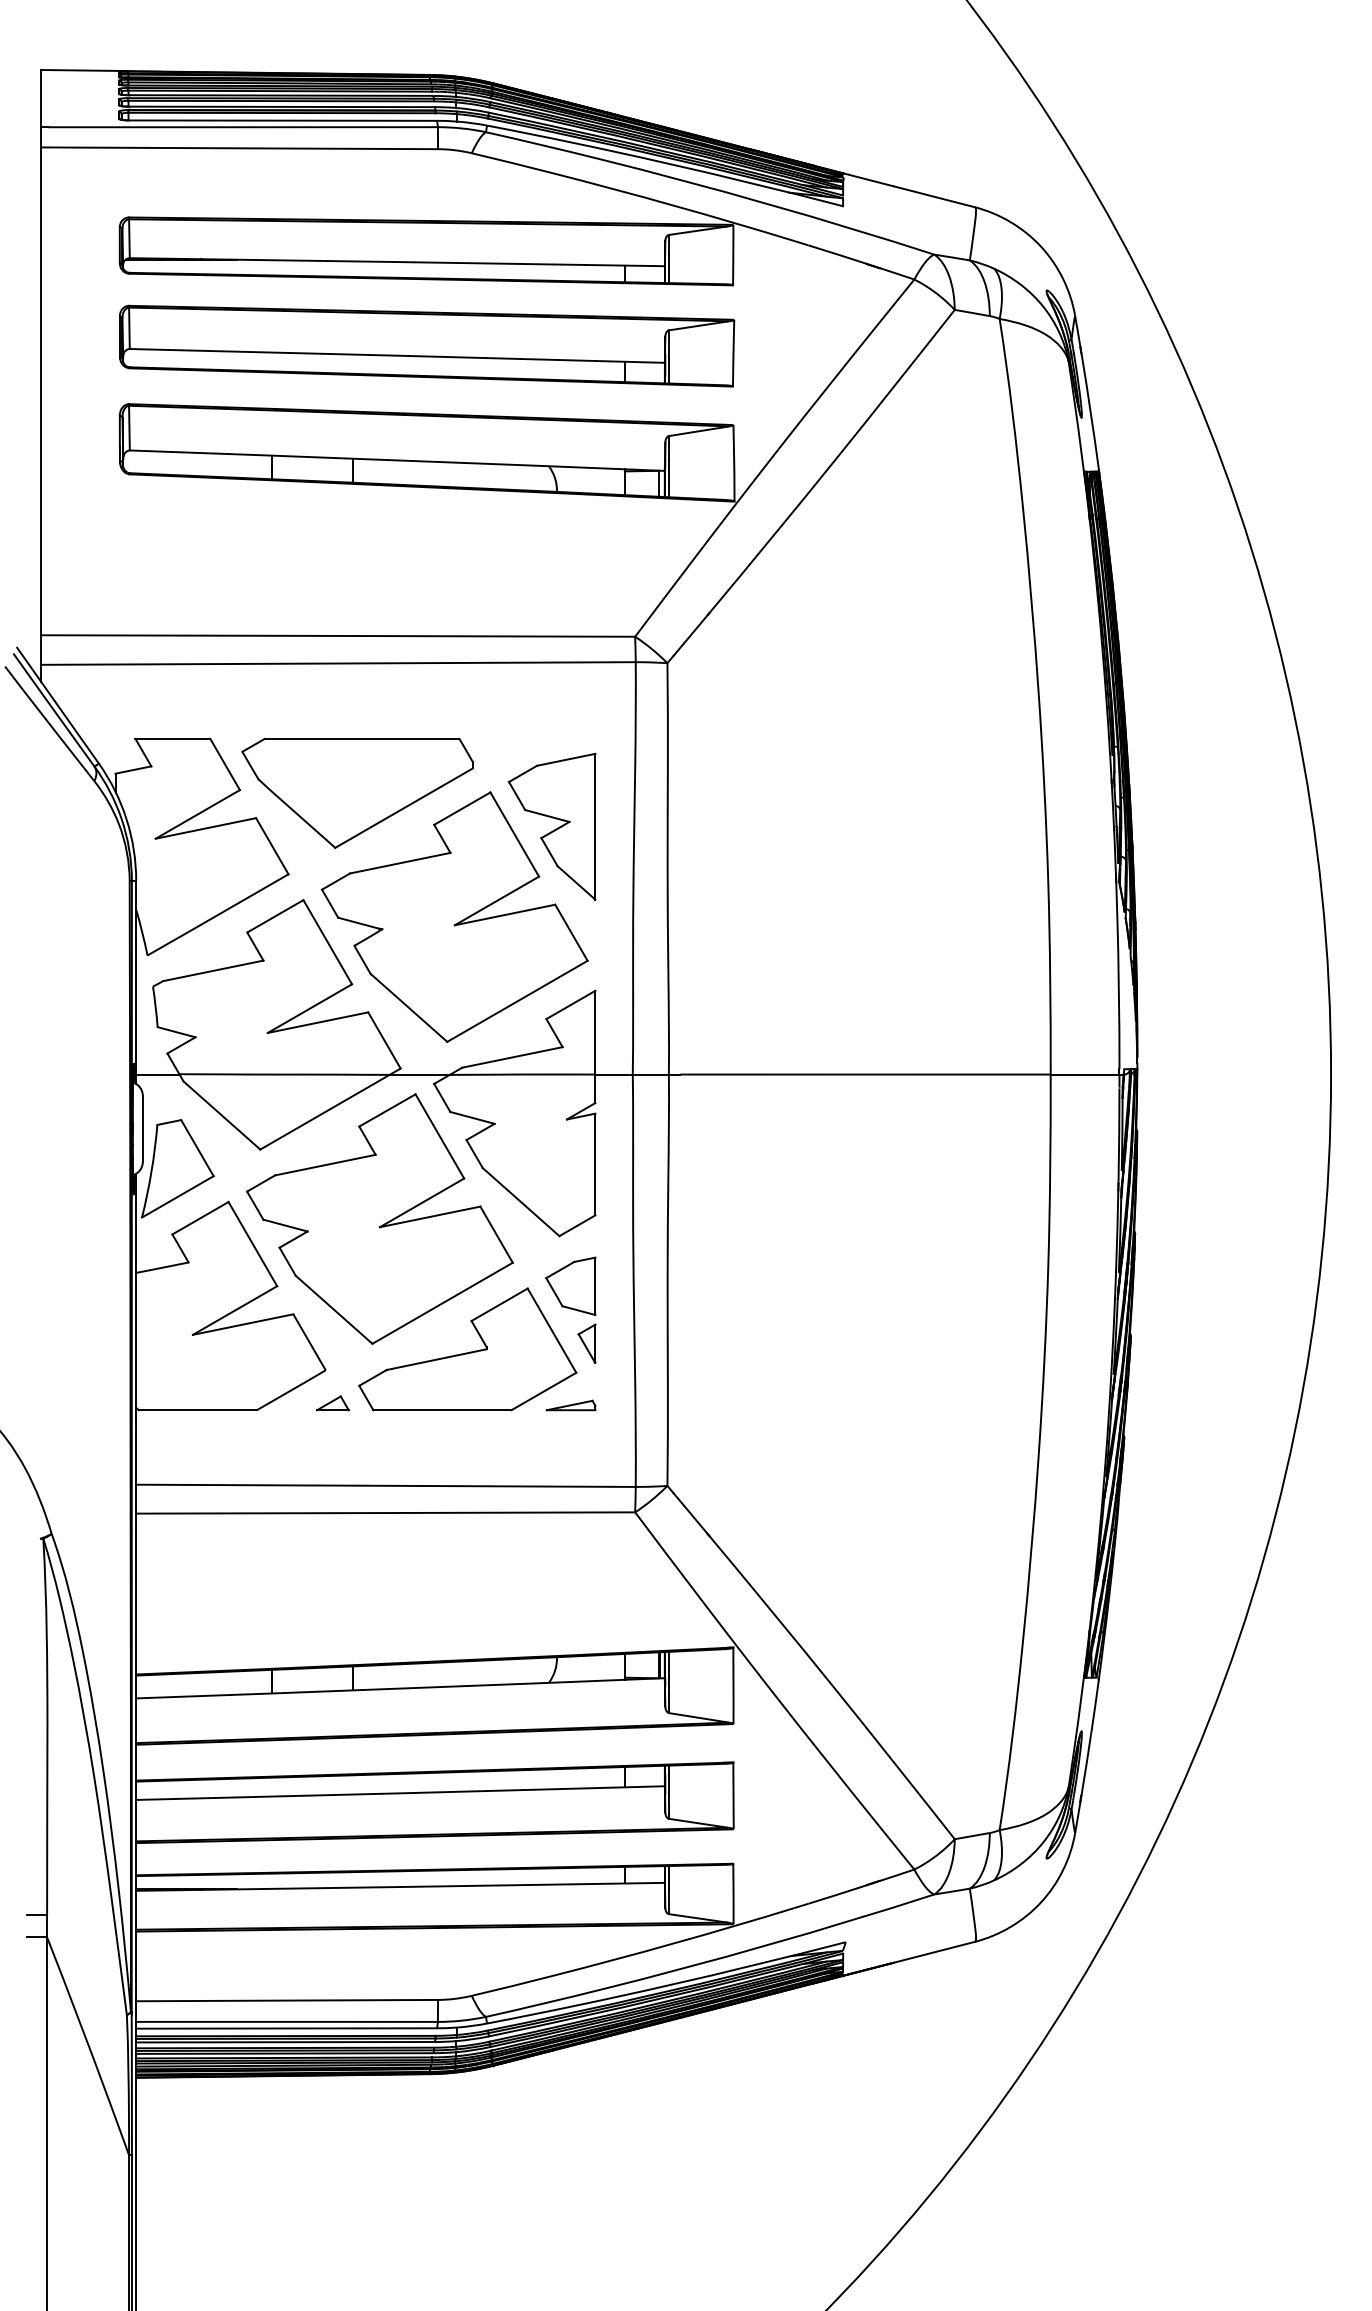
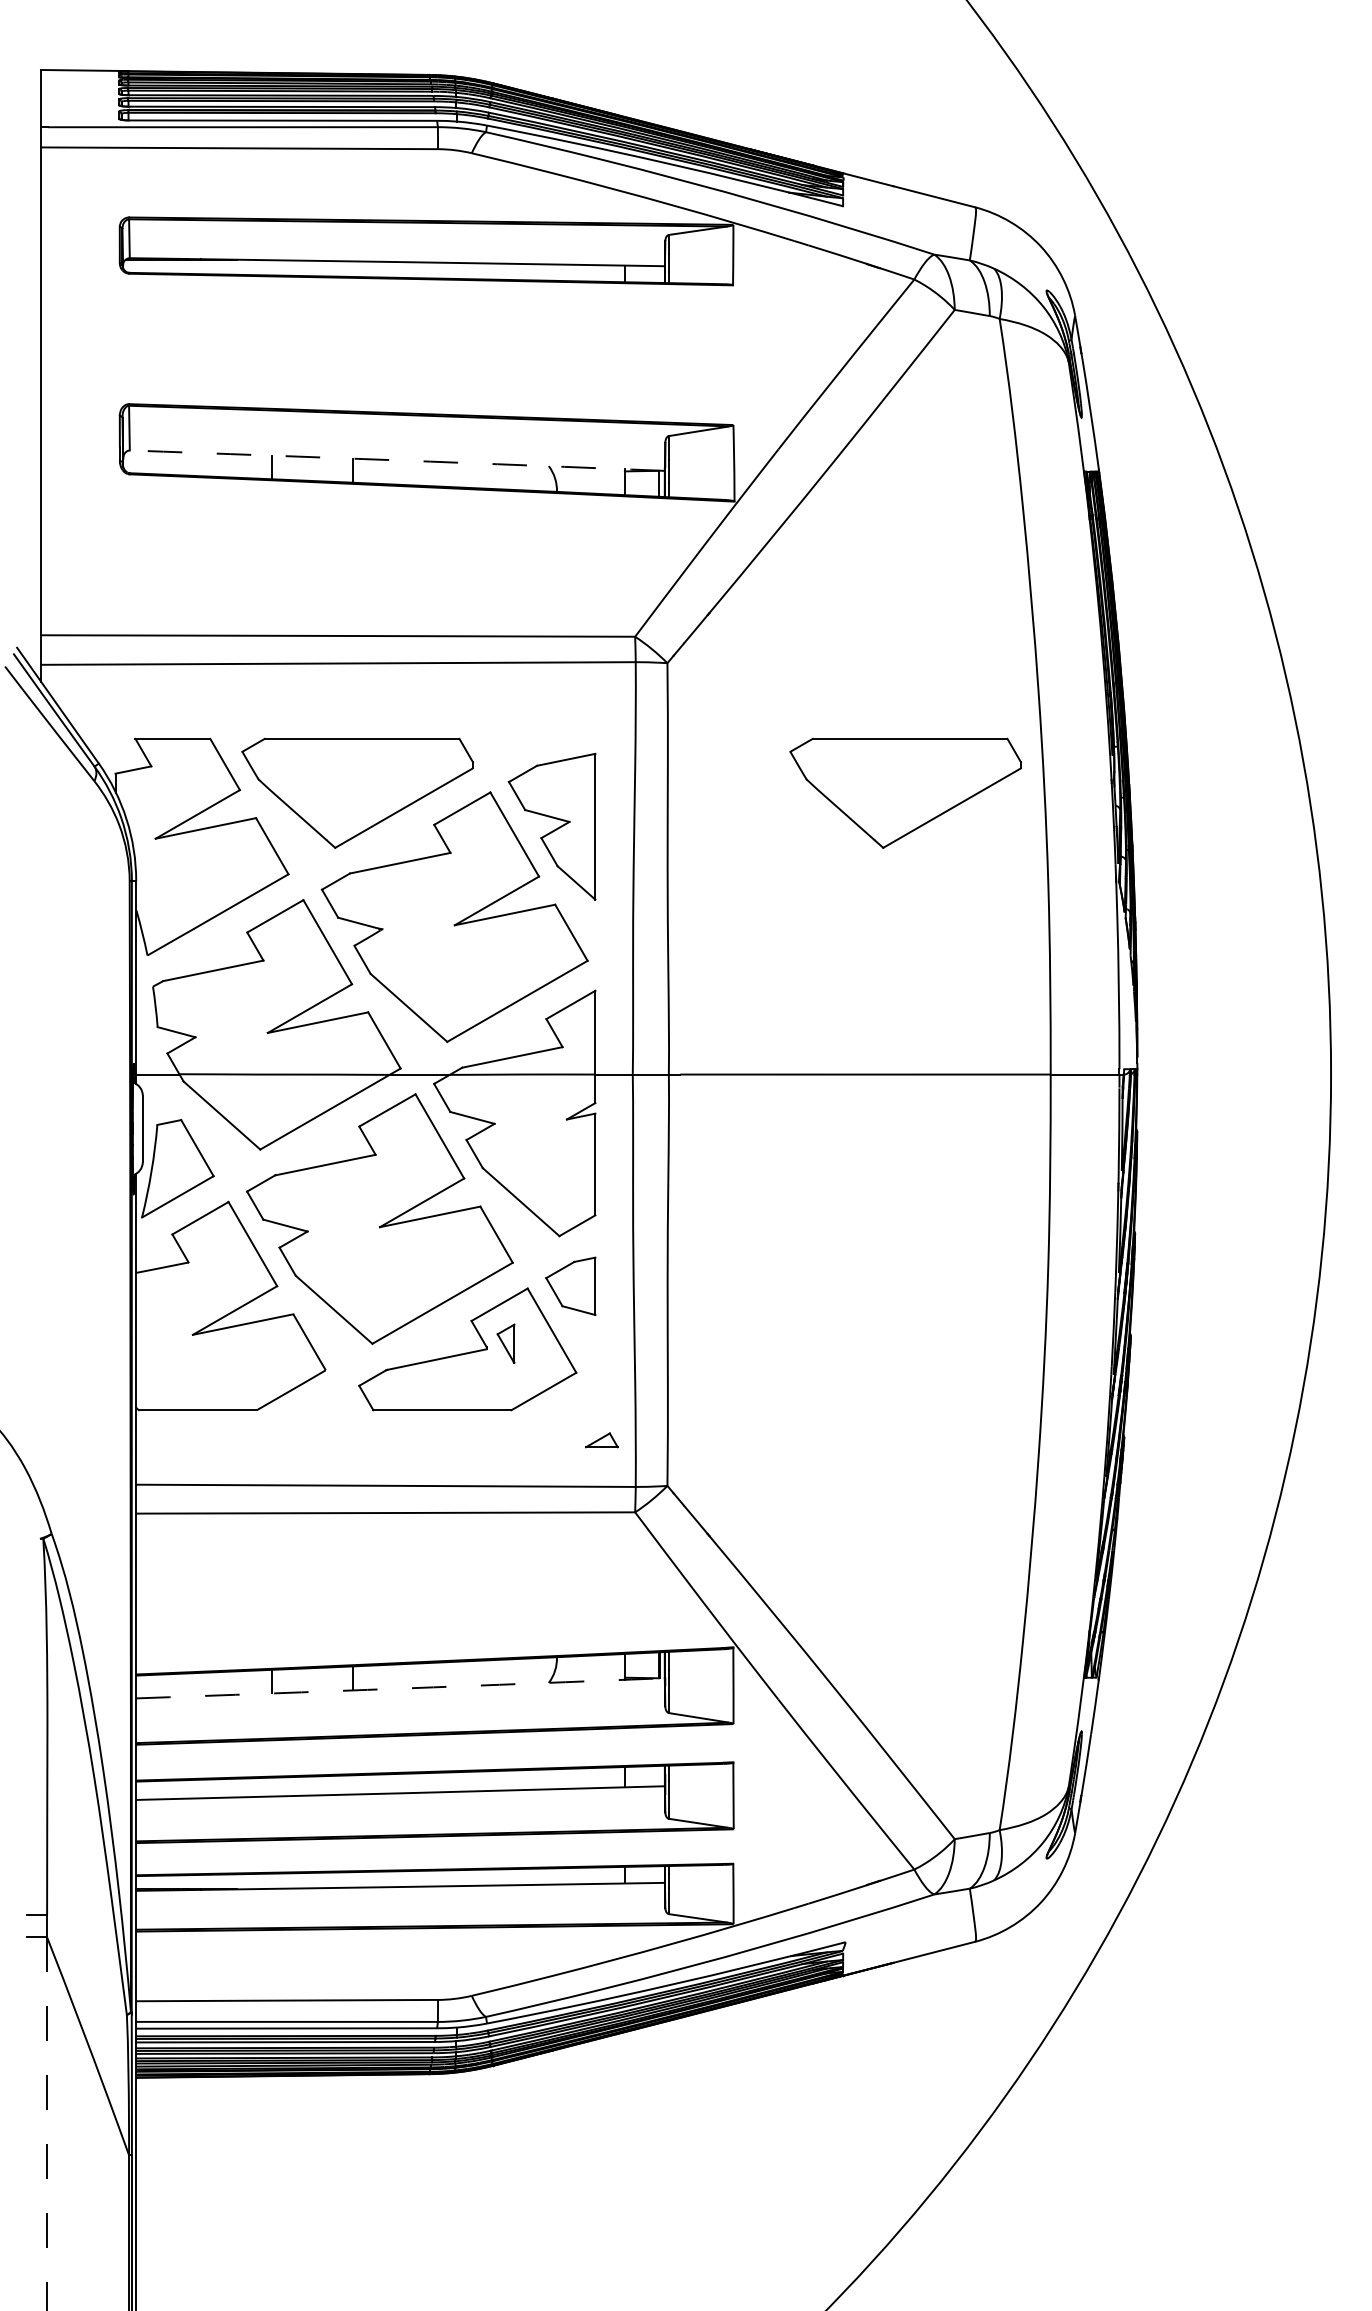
part at (427, 345): present -> none
arc at (397, 460): solid -> dashed
part at (905, 792): none -> present
part at (586, 1343) position: (586, 1343) -> (505, 1343)
part at (332, 1403) position: (332, 1403) -> (601, 1440)
part at (570, 1405): present -> none
arc at (400, 1688): solid -> dashed
line at (47, 2124): solid -> dashed
